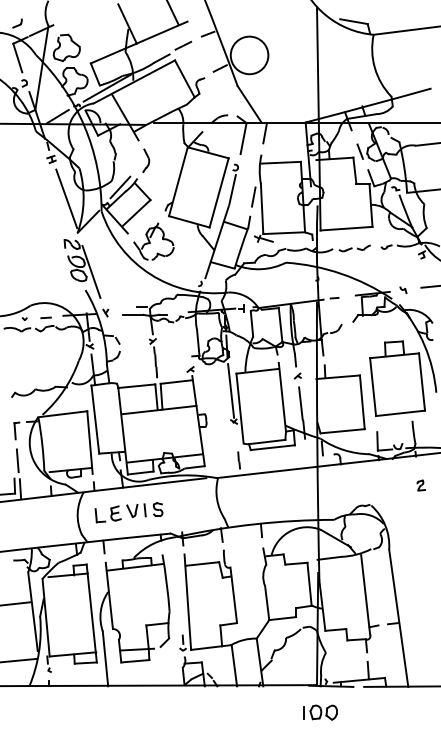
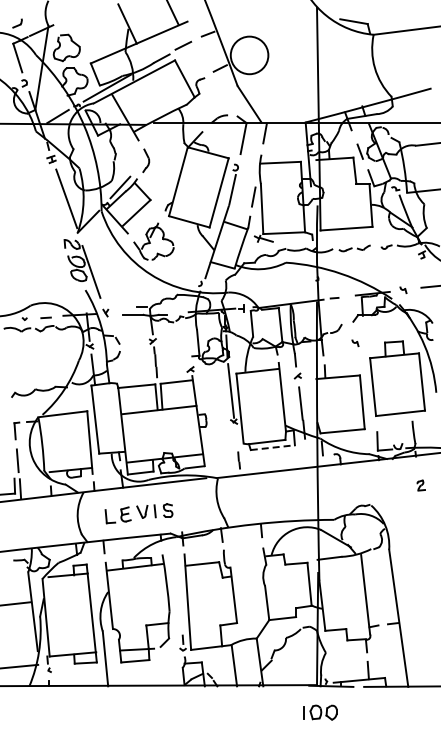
part at (355, 343): none -> present
line at (273, 447): solid -> dashed
part at (128, 512) position: (128, 512) -> (138, 513)
line at (19, 660) position: (19, 660) -> (20, 666)
